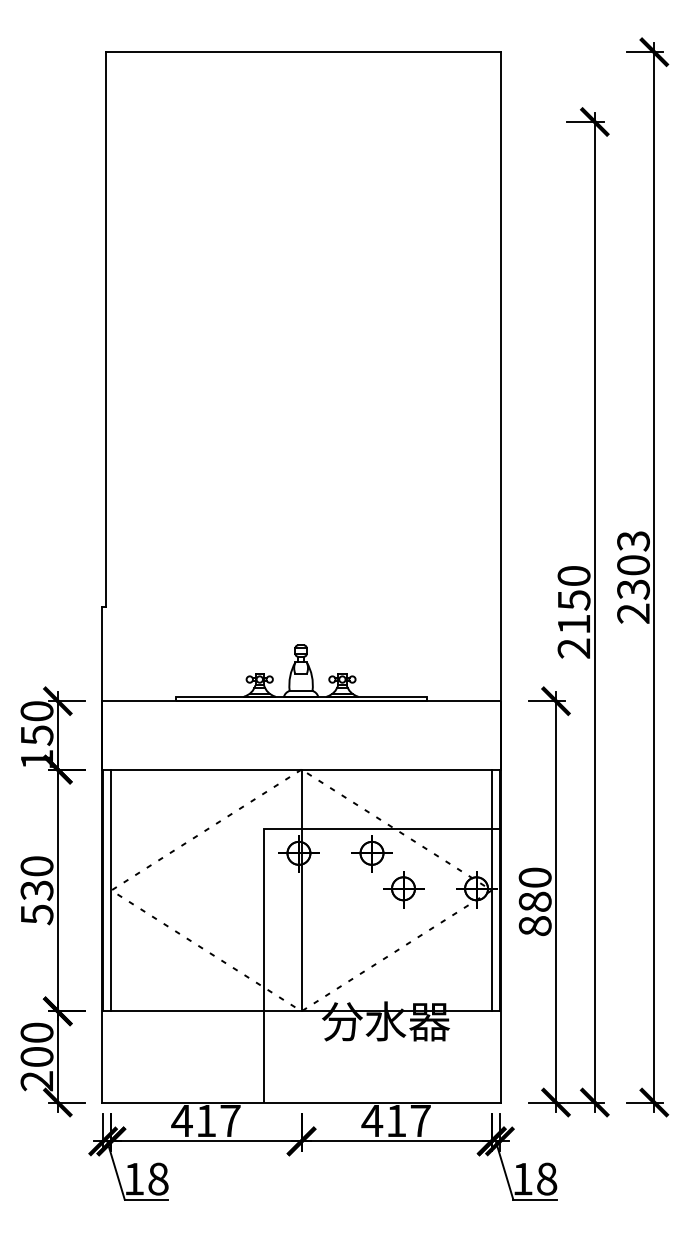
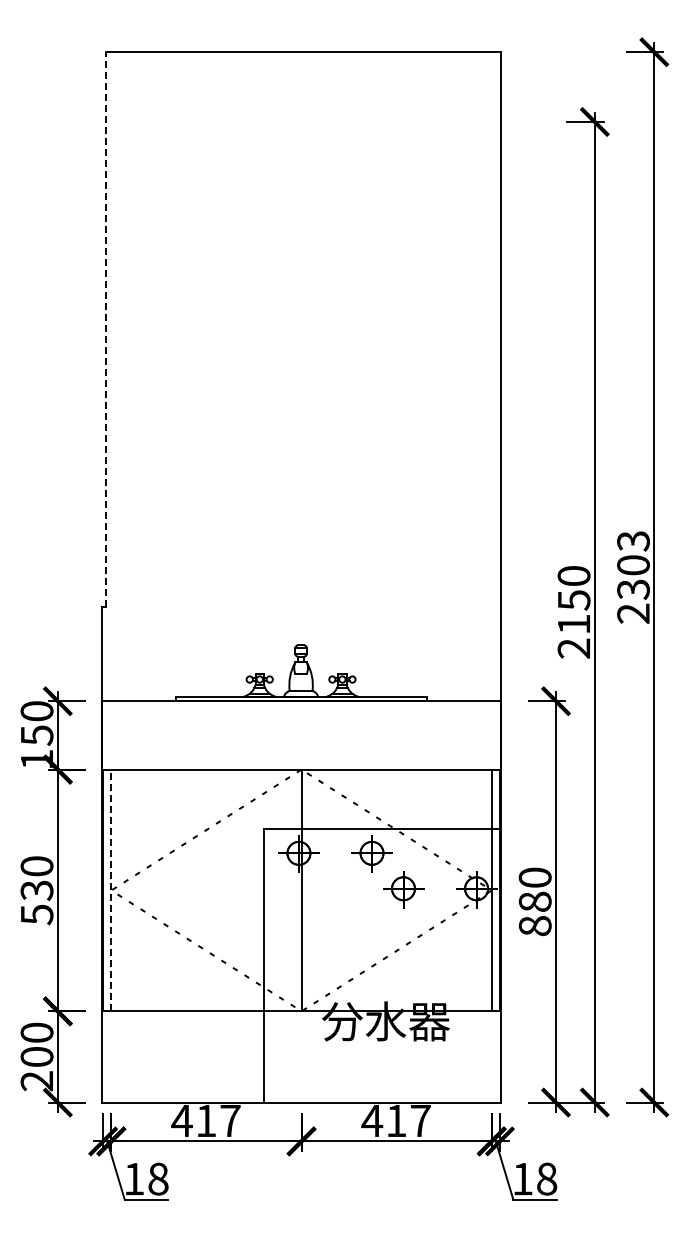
line at (105, 329): solid -> dashed
line at (111, 890): solid -> dashed
